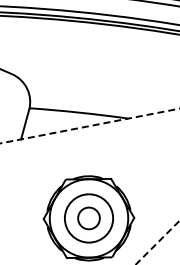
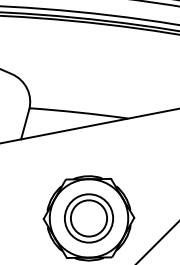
line at (90, 126): dashed -> solid
circle at (88, 218) diameter: 22 px -> 36 px
line at (158, 242): dashed -> solid
